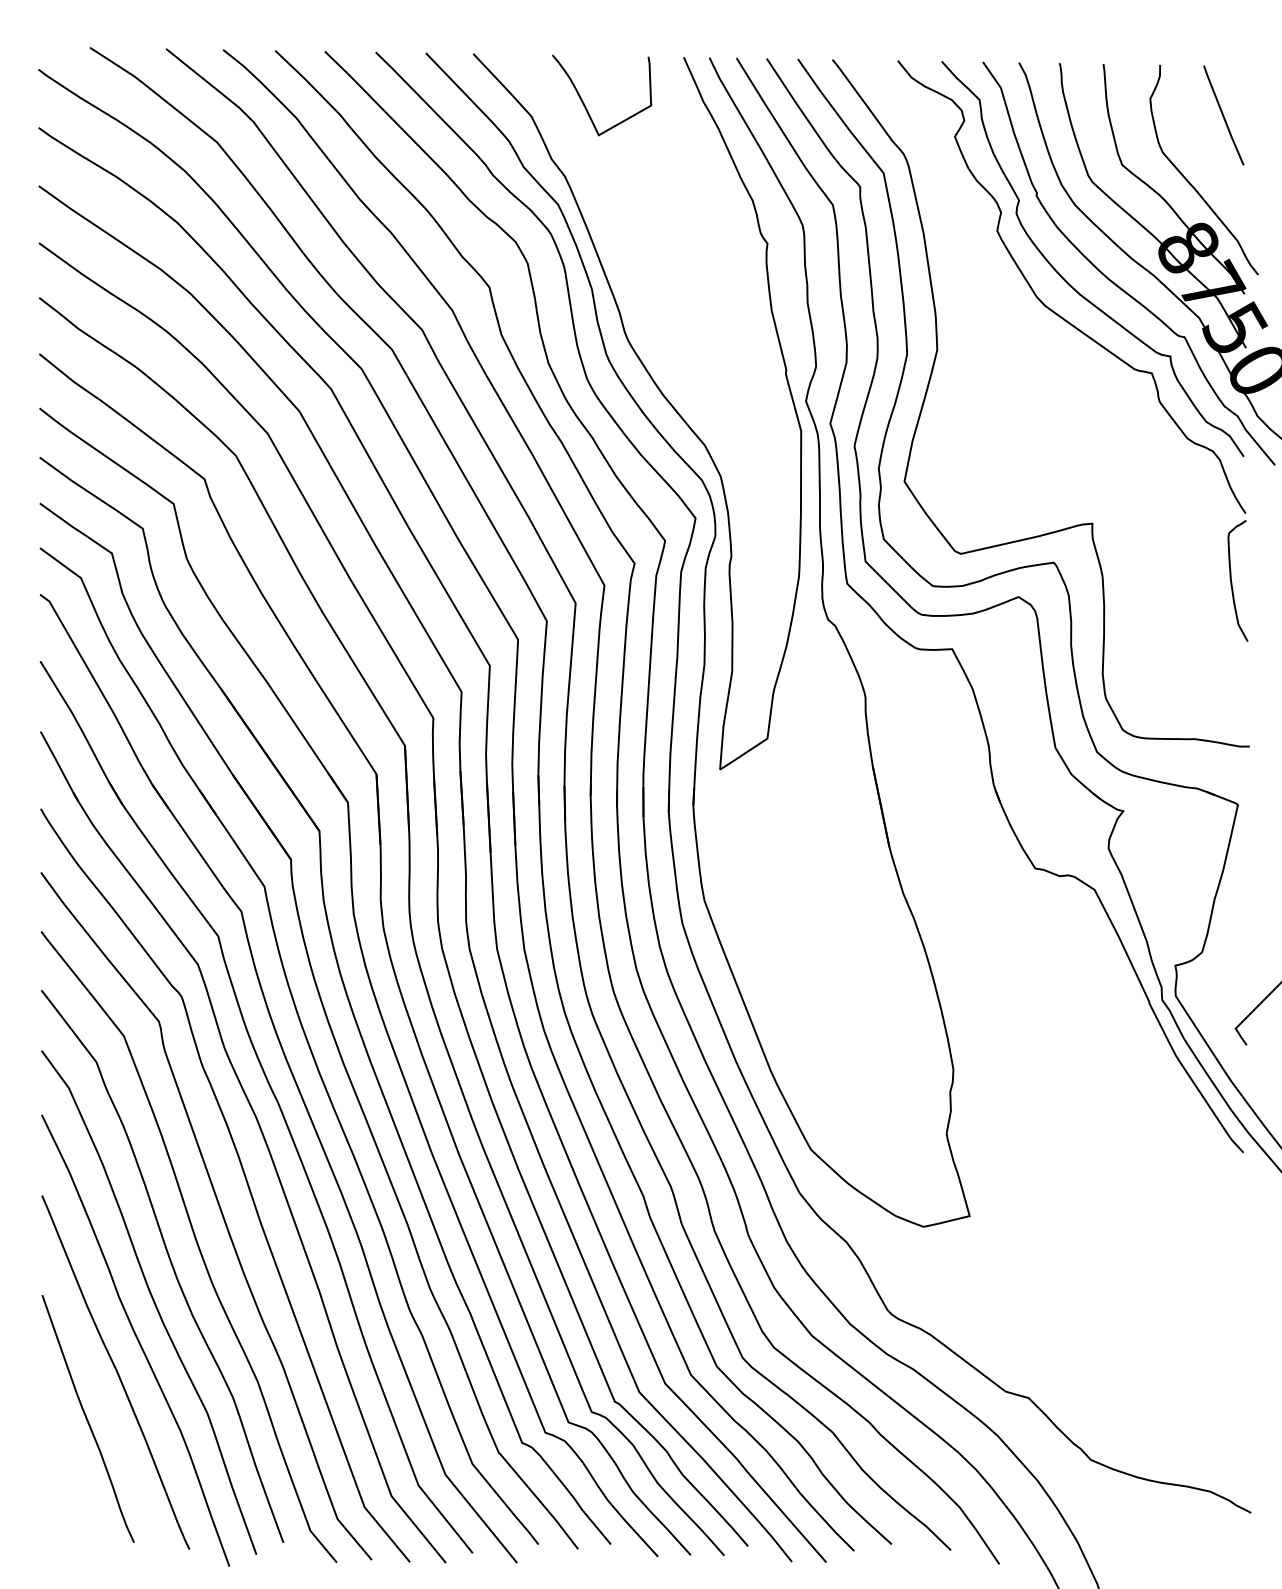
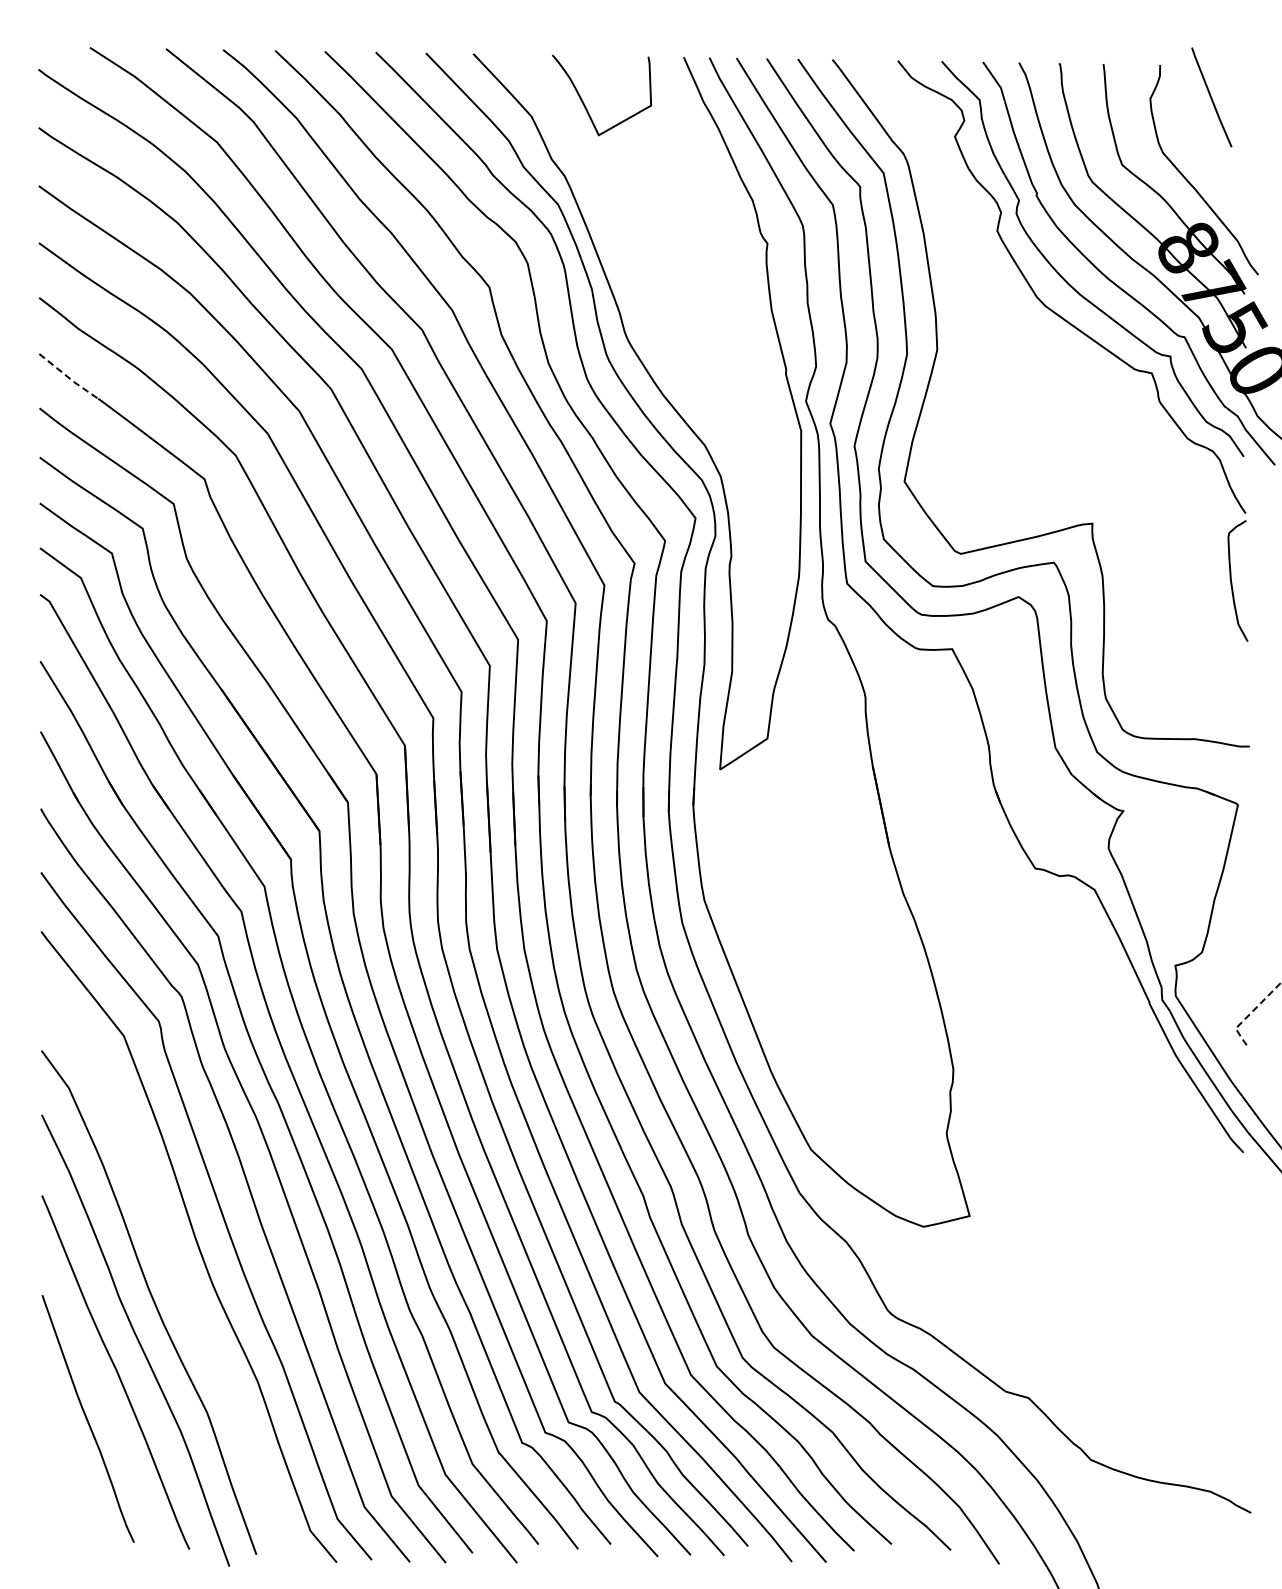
line at (1223, 115) position: (1223, 115) -> (1211, 97)
line at (69, 378): solid -> dashed
line at (1251, 1013): solid -> dashed
curve at (170, 1263): present -> none
